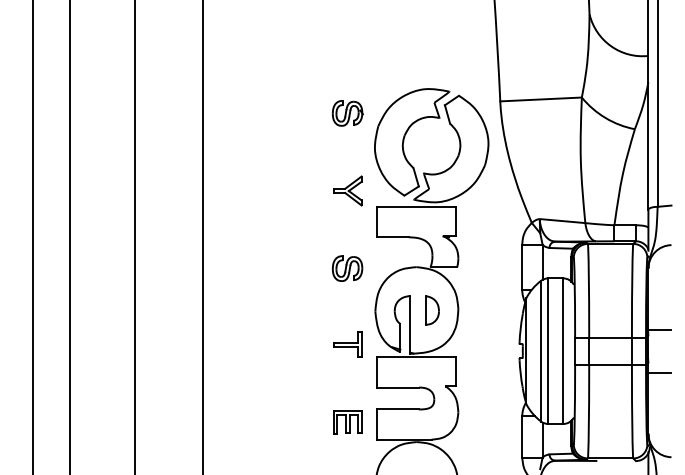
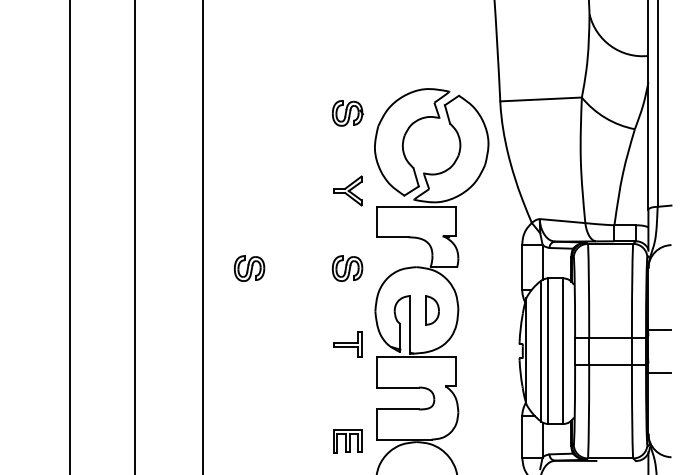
line at (33, 236): present -> none
part at (249, 268): none -> present
part at (347, 422) position: (347, 422) -> (347, 441)
